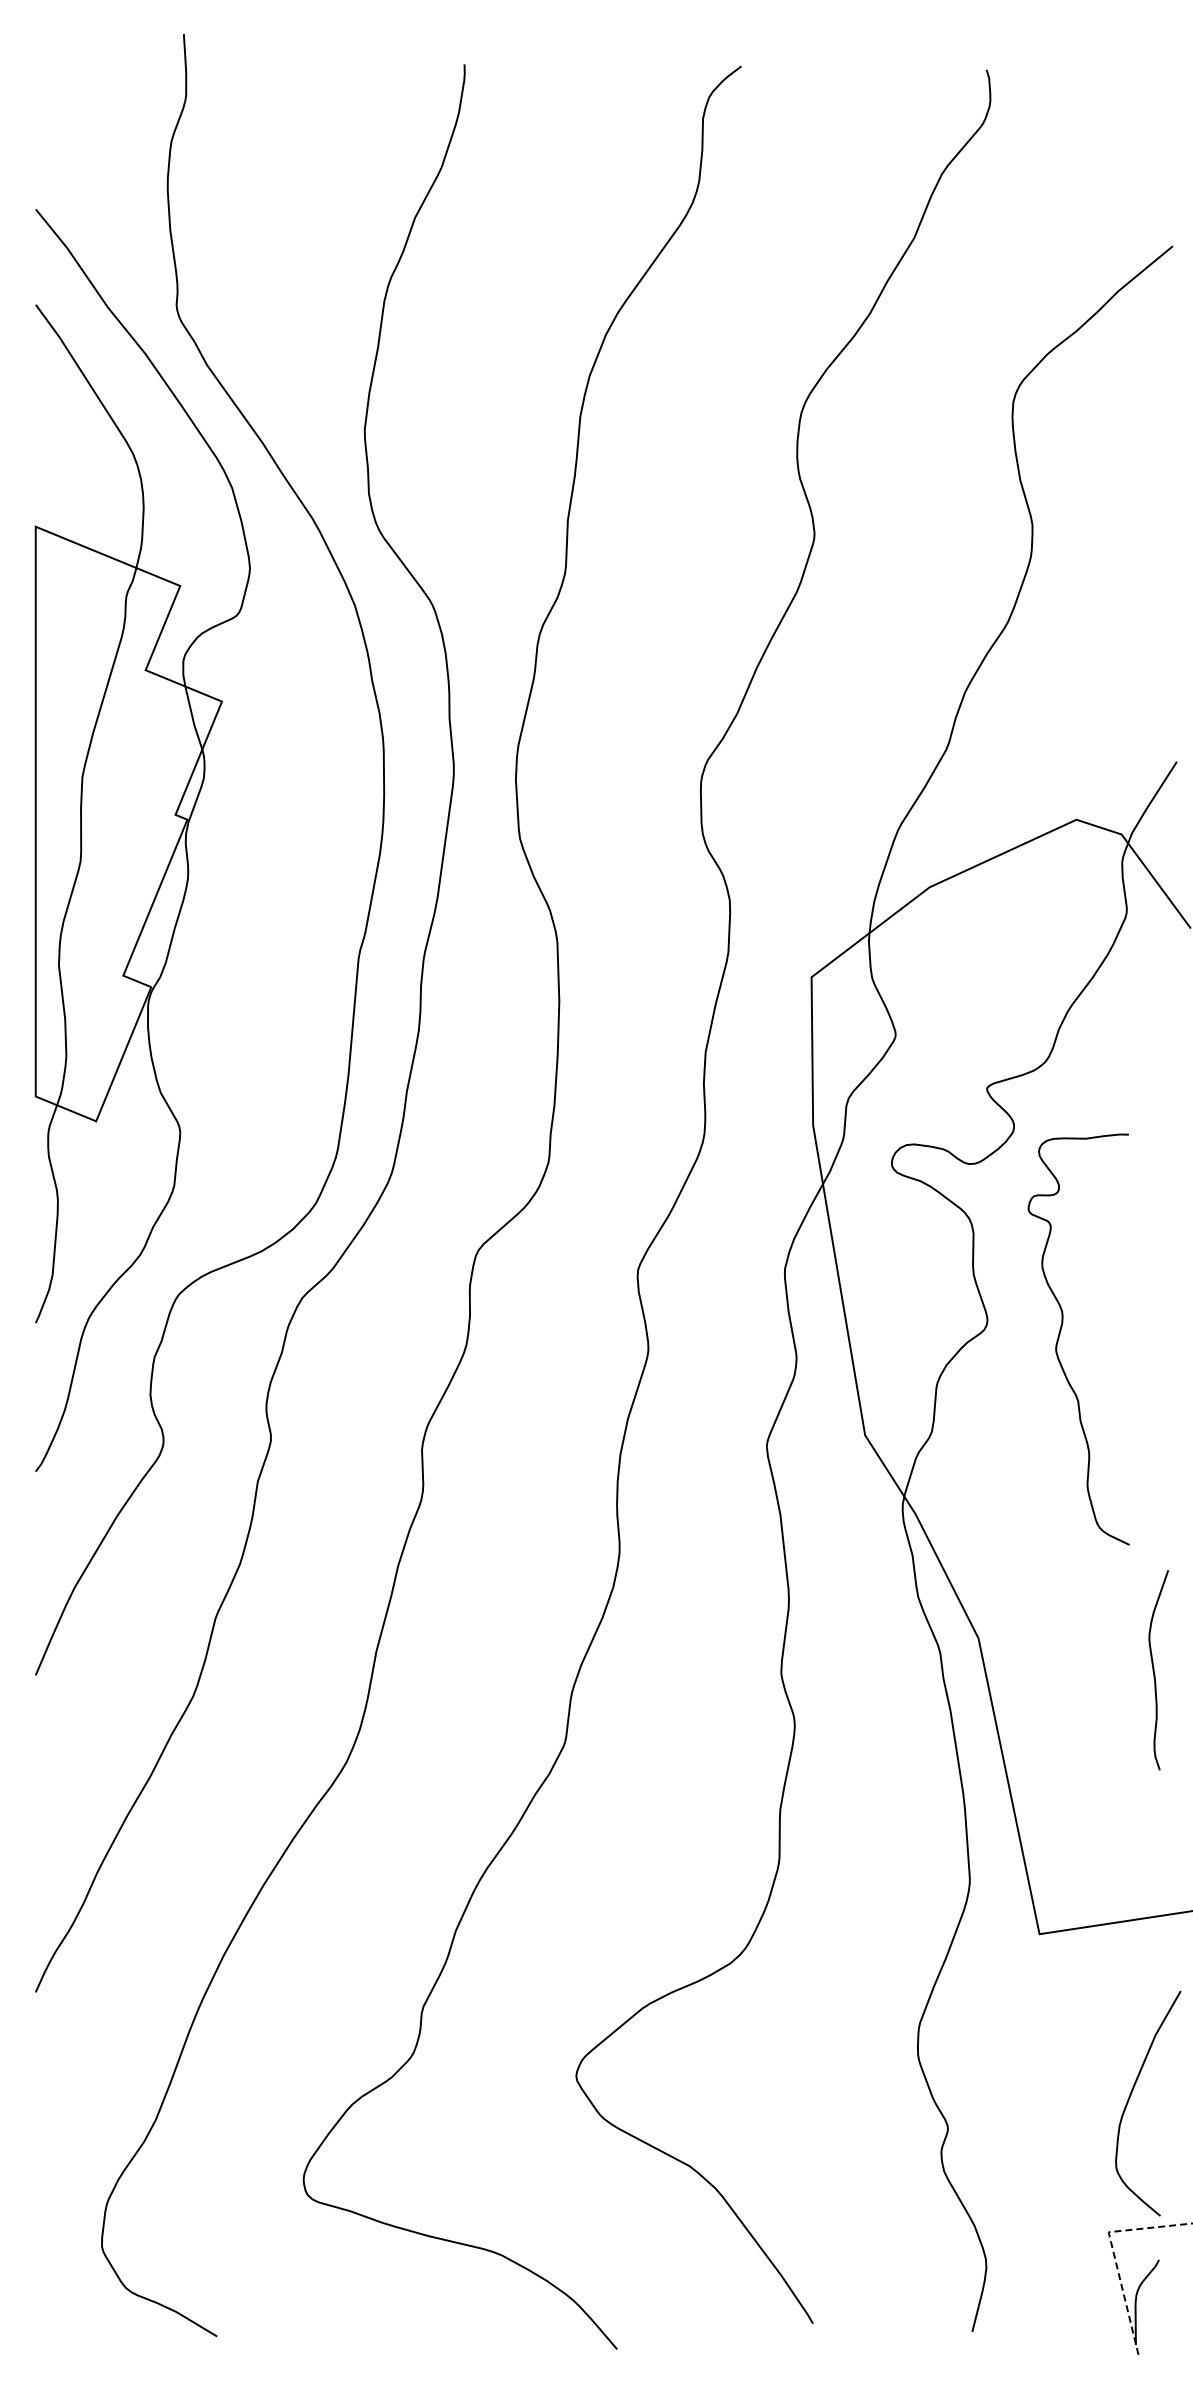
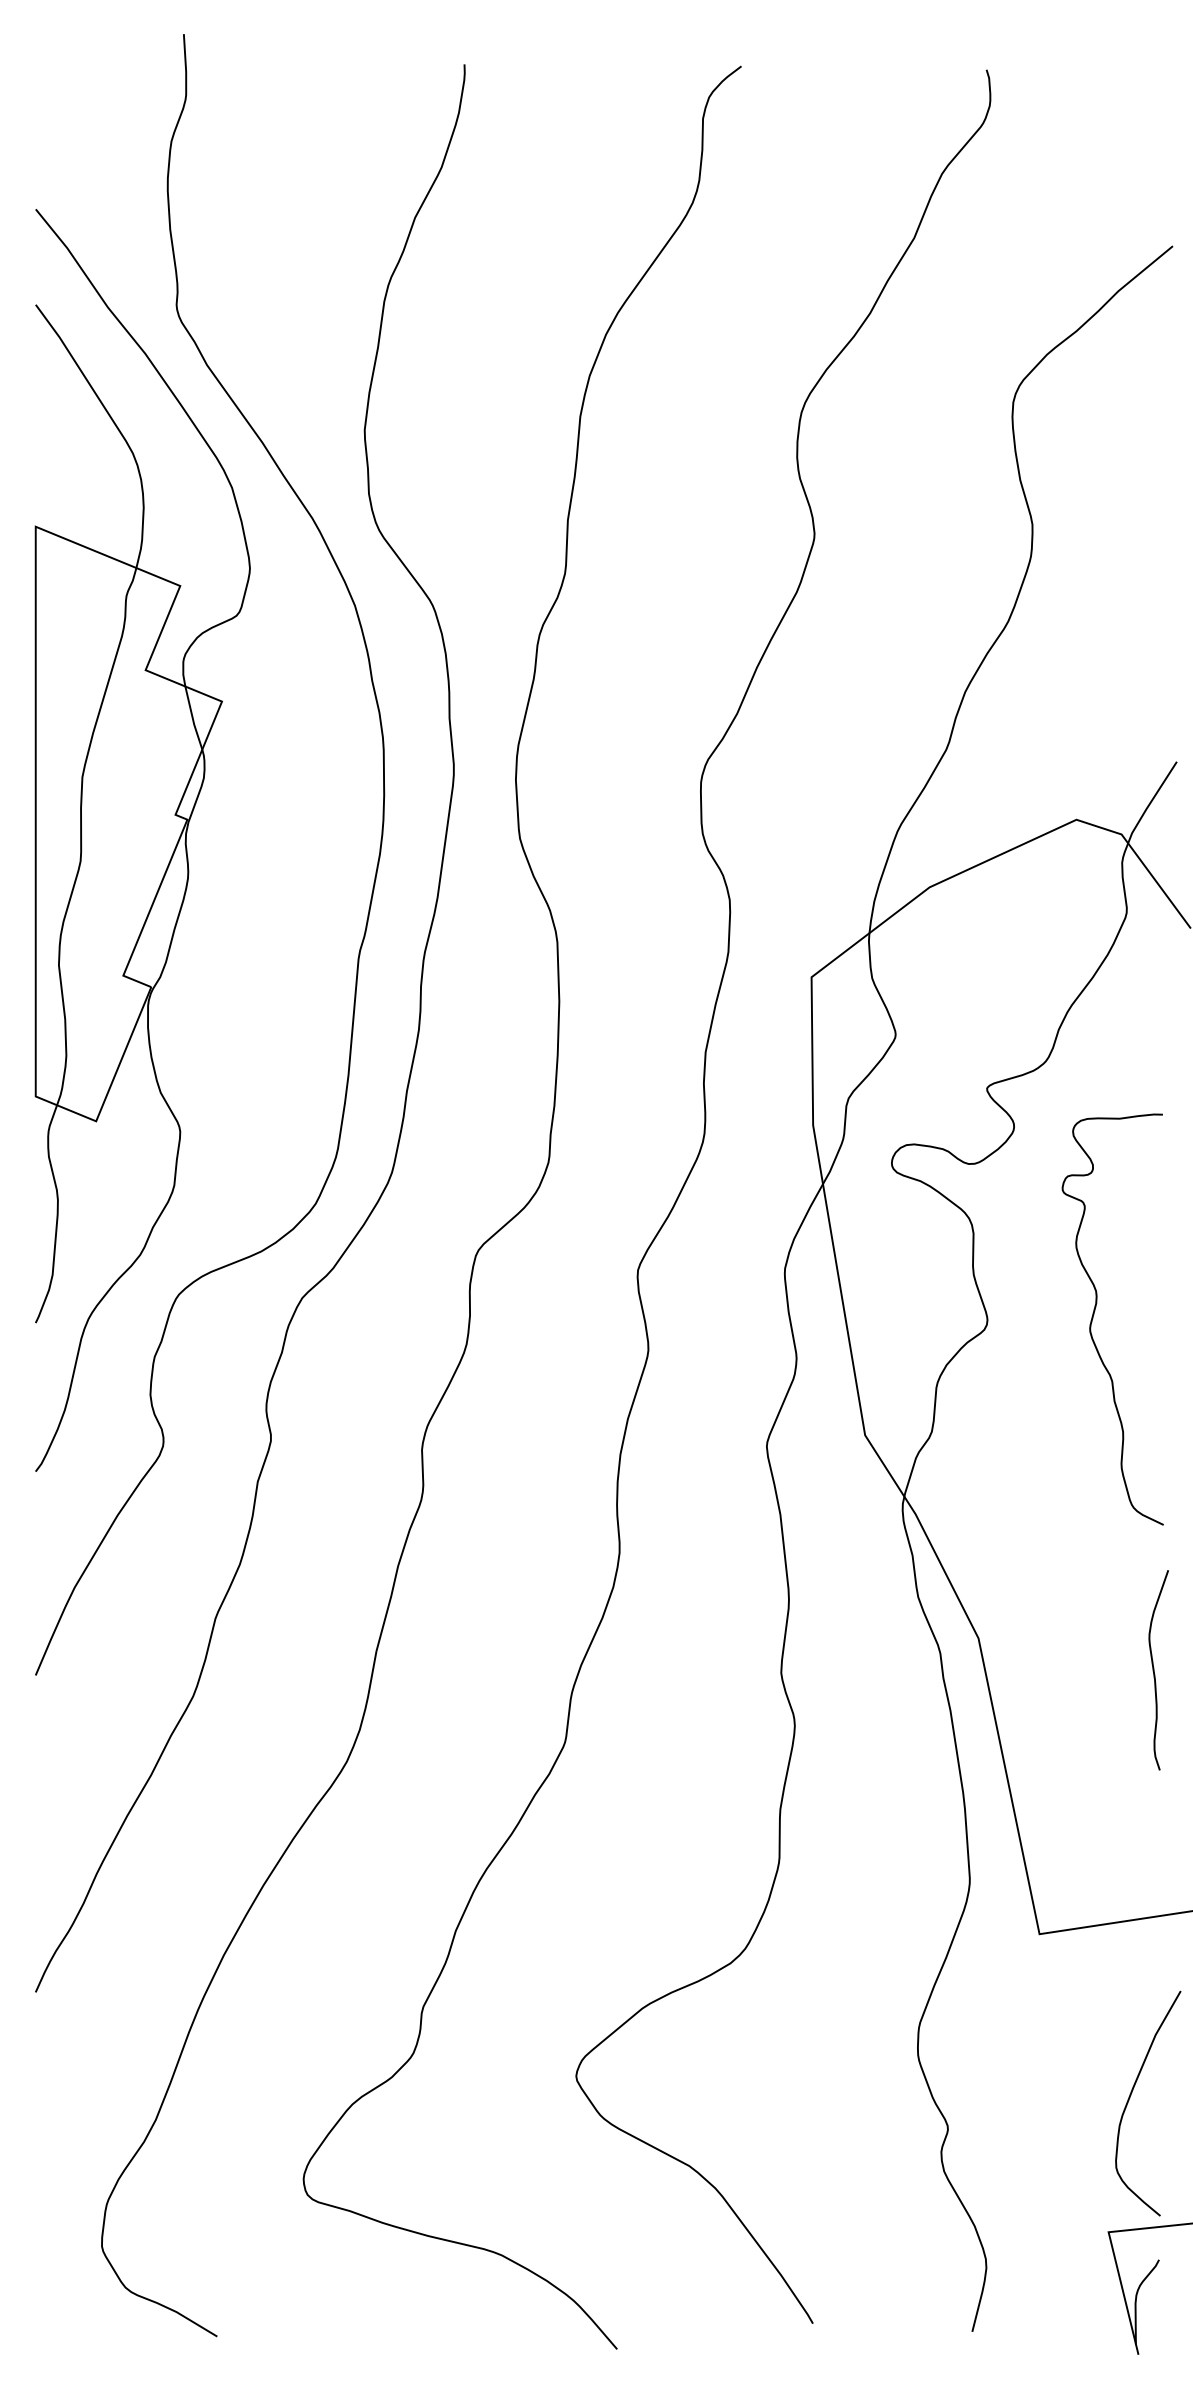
curve at (1060, 1334) position: (1060, 1334) -> (1094, 1314)
line at (1113, 2252): dashed -> solid
